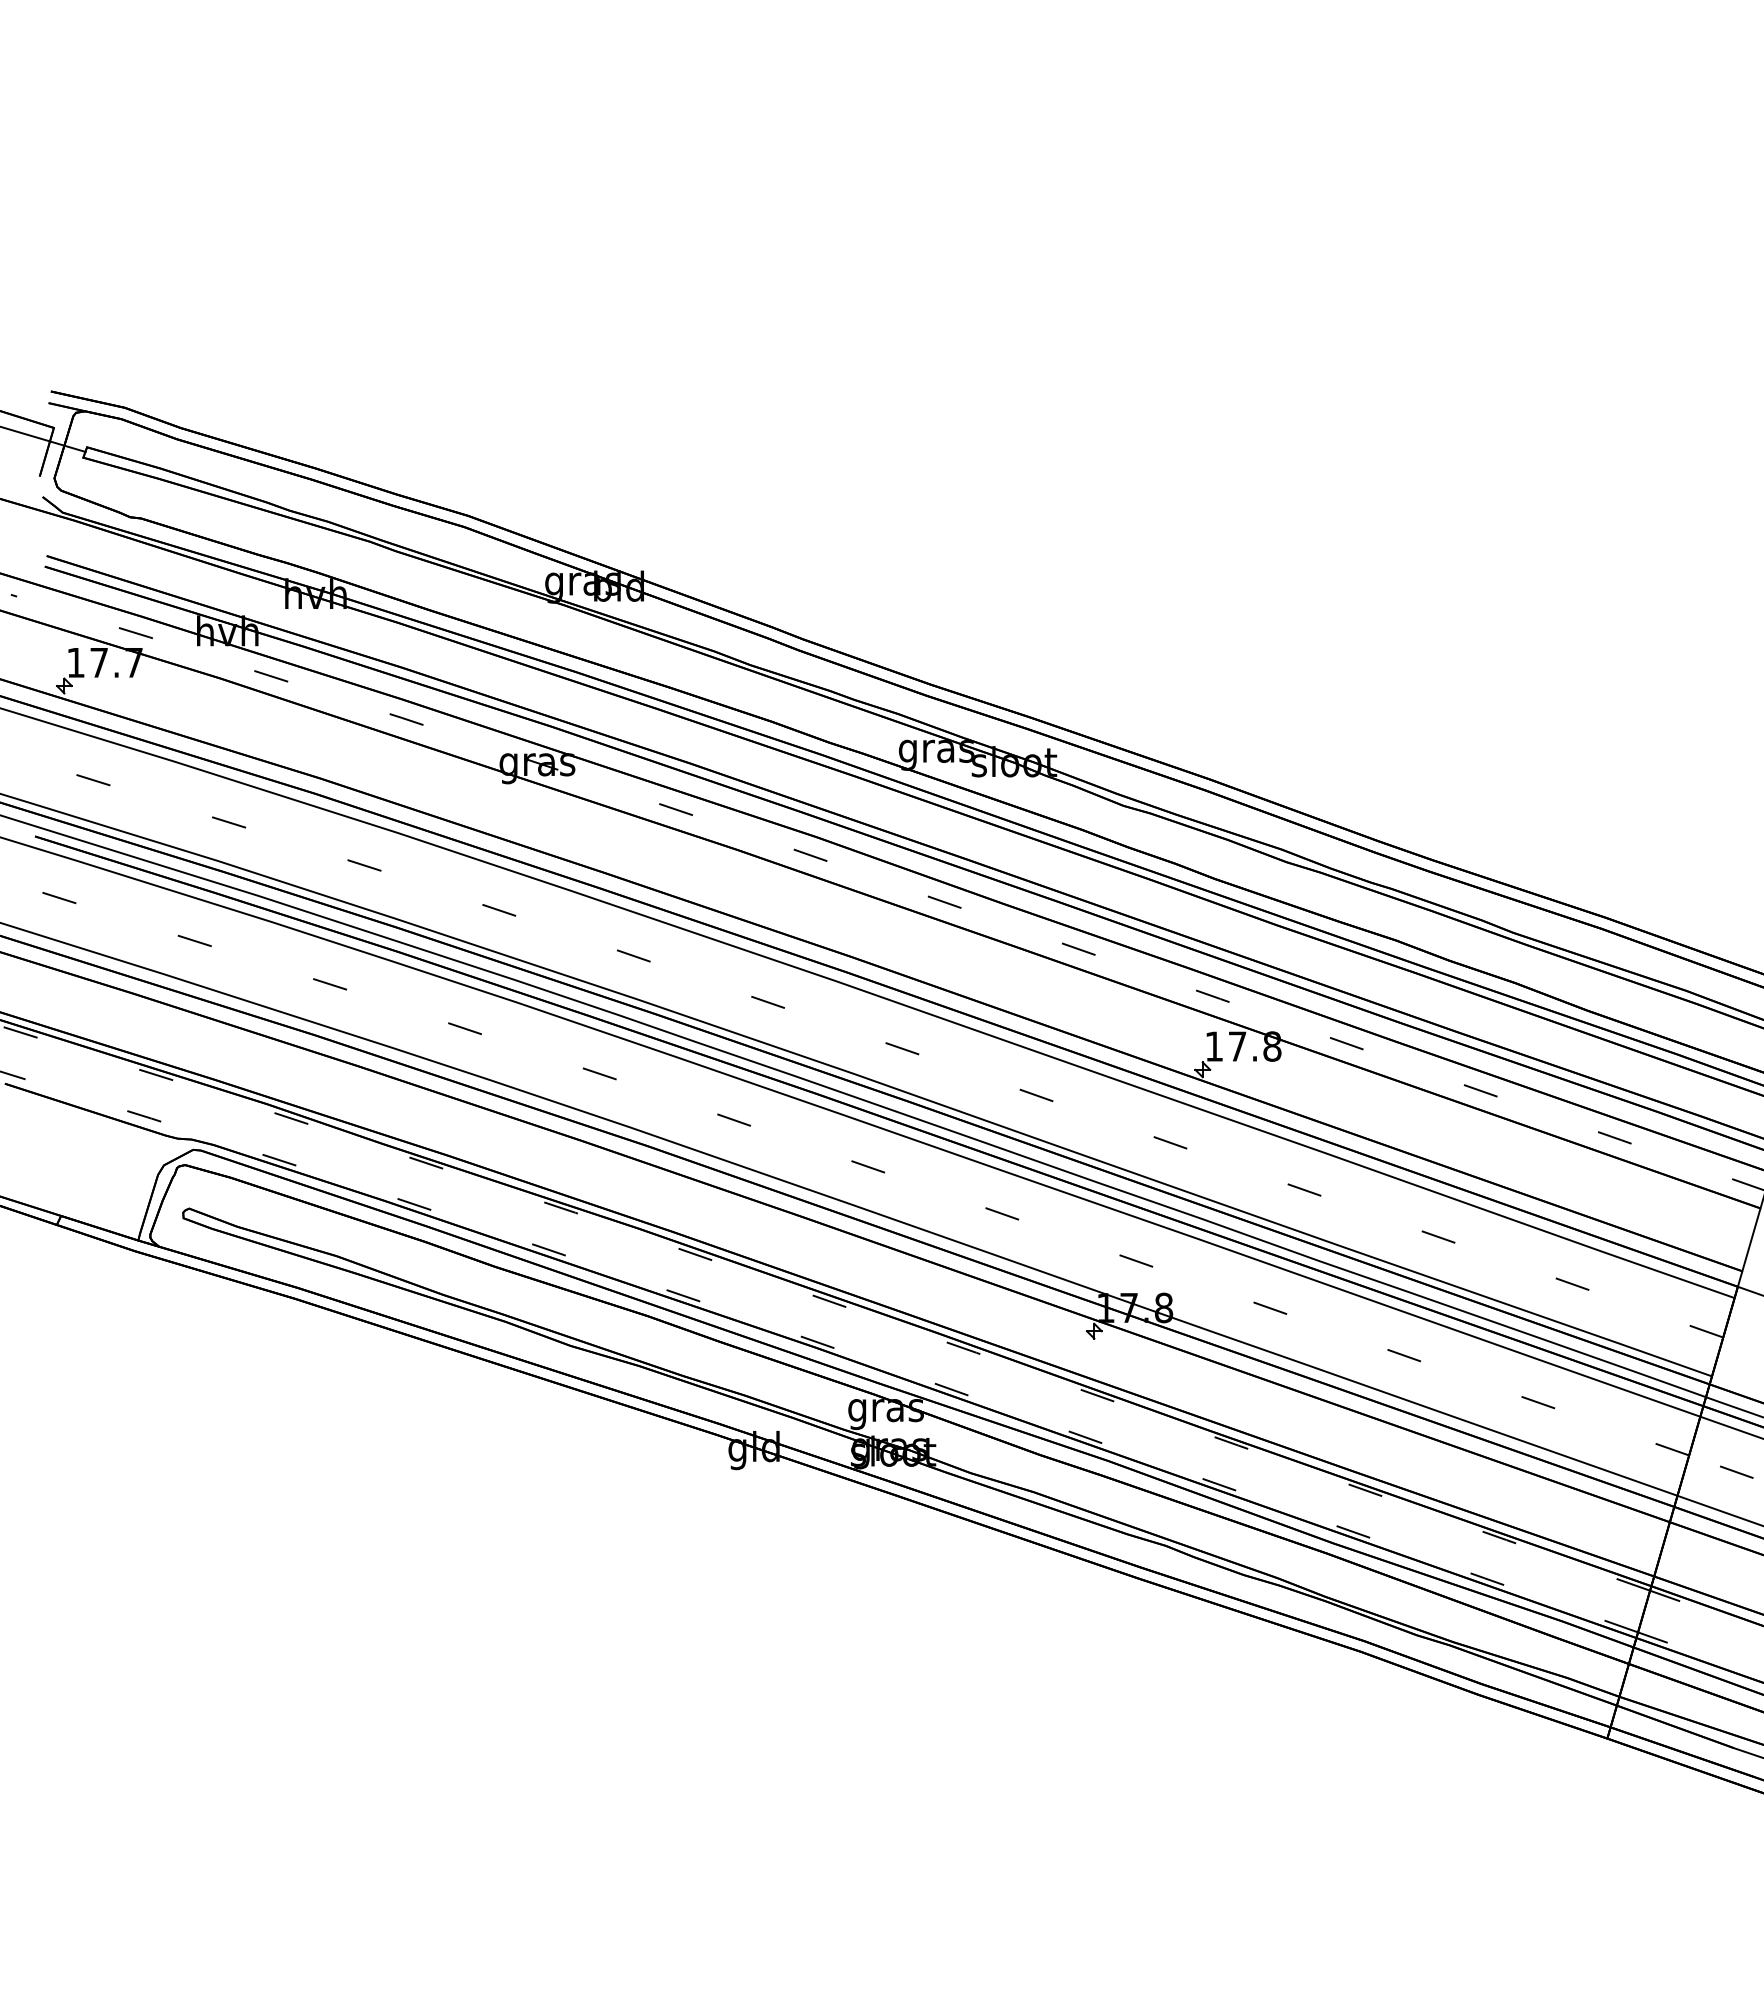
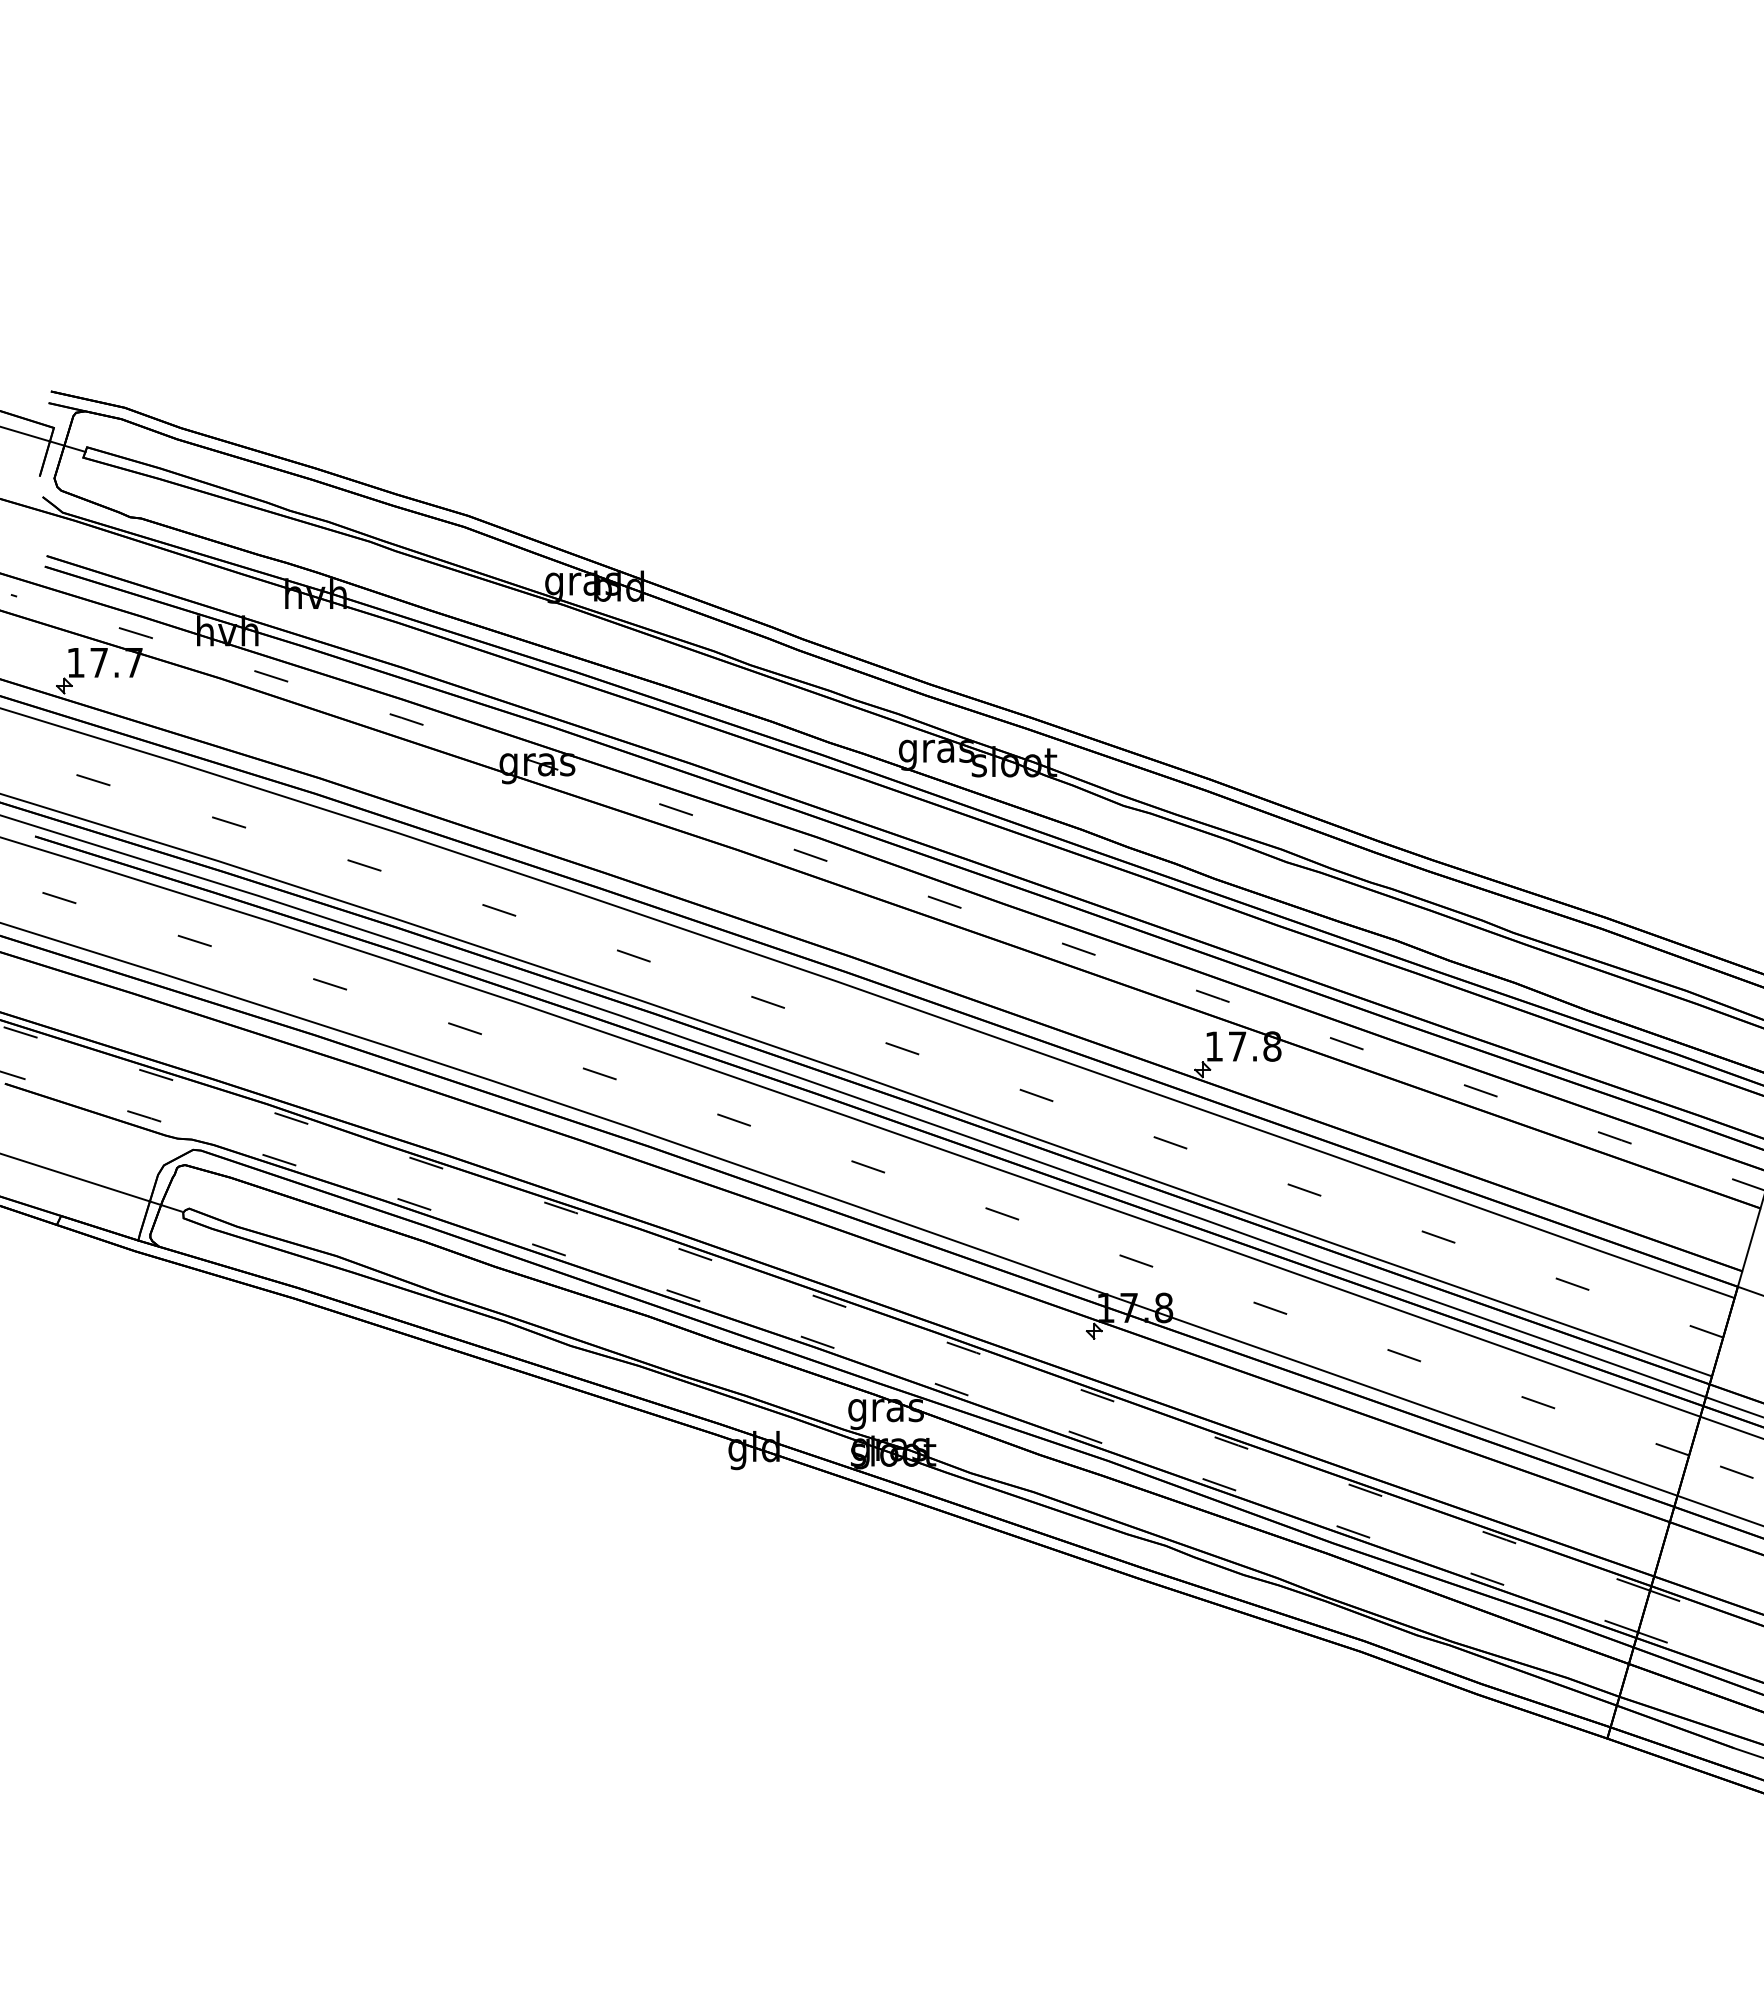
line at (91, 1182): none -> present
